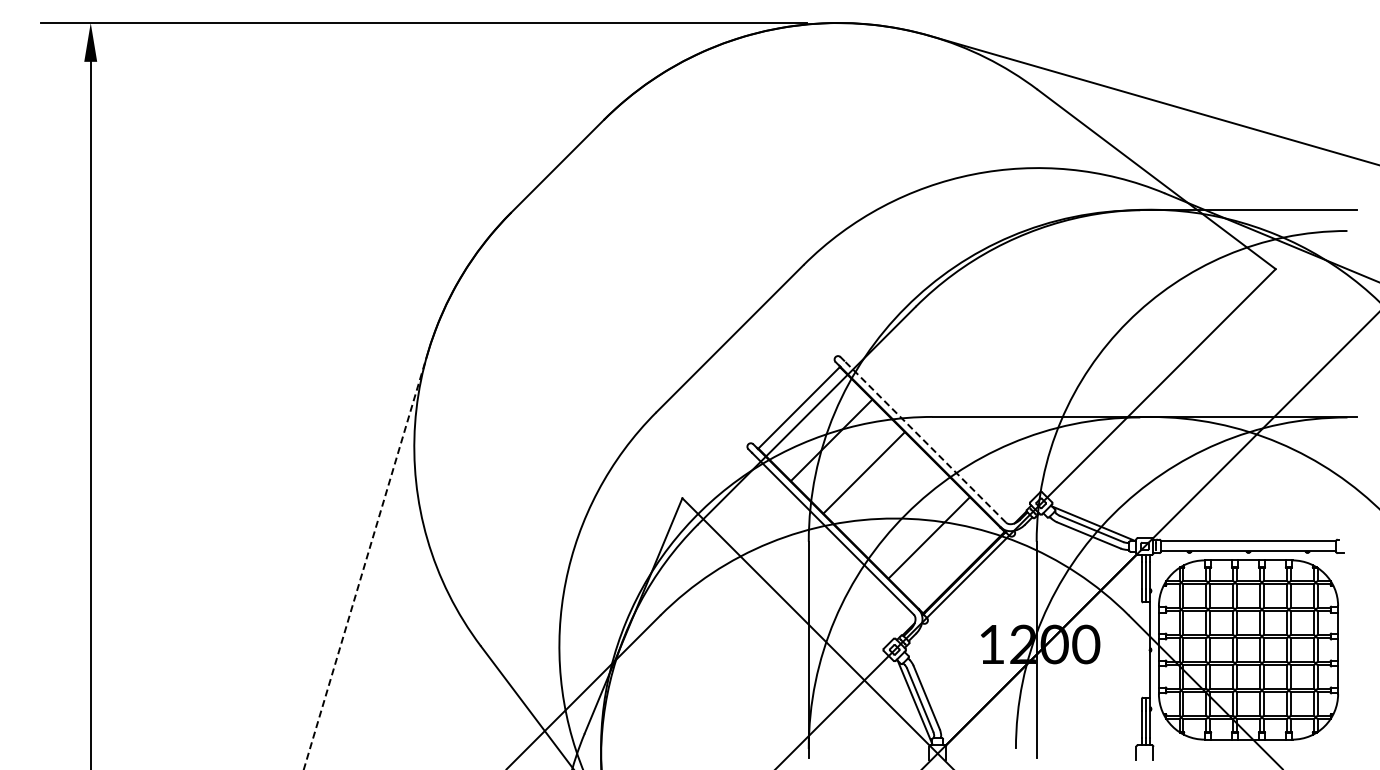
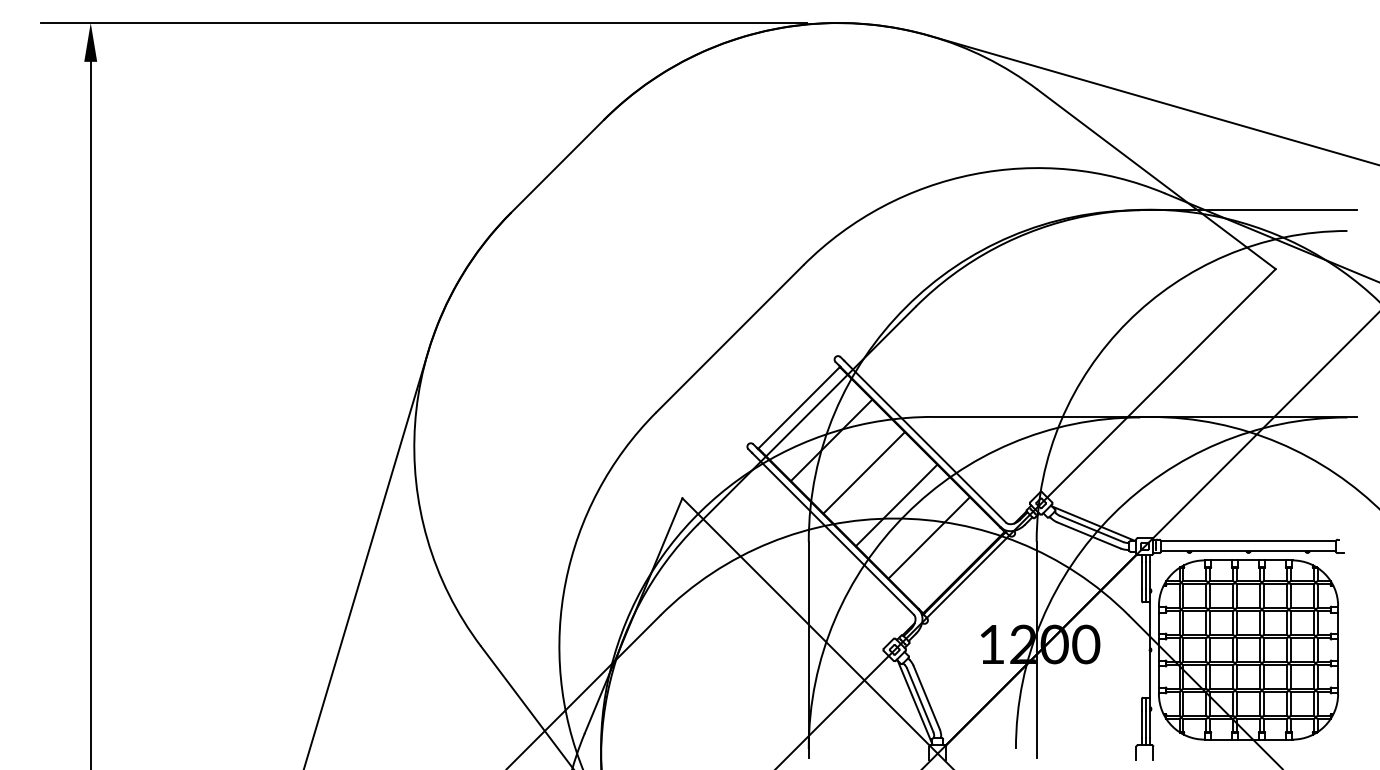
line at (924, 441): dashed -> solid
line at (896, 505): none -> present
line at (365, 561): dashed -> solid
